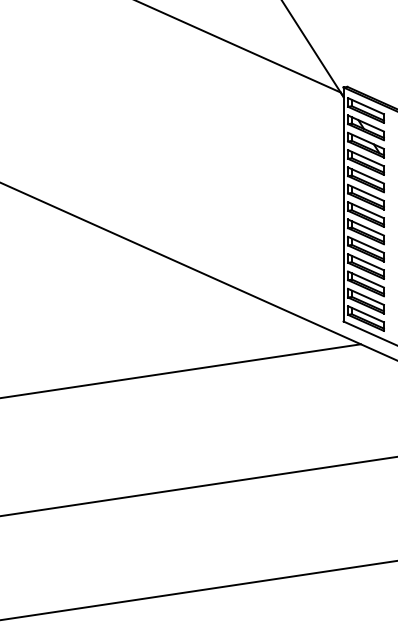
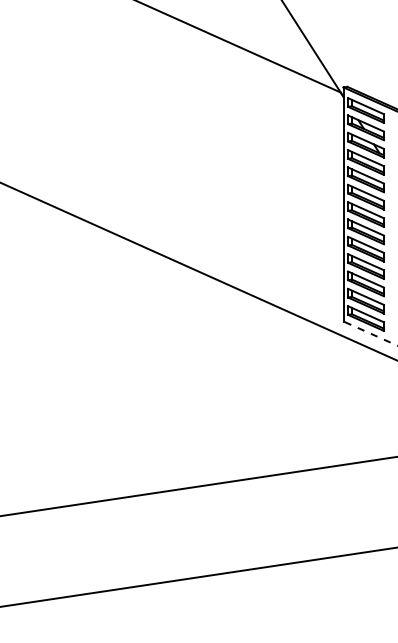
line at (369, 333): solid -> dashed
line at (181, 370): present -> none
line at (198, 590) position: (198, 590) -> (198, 577)
